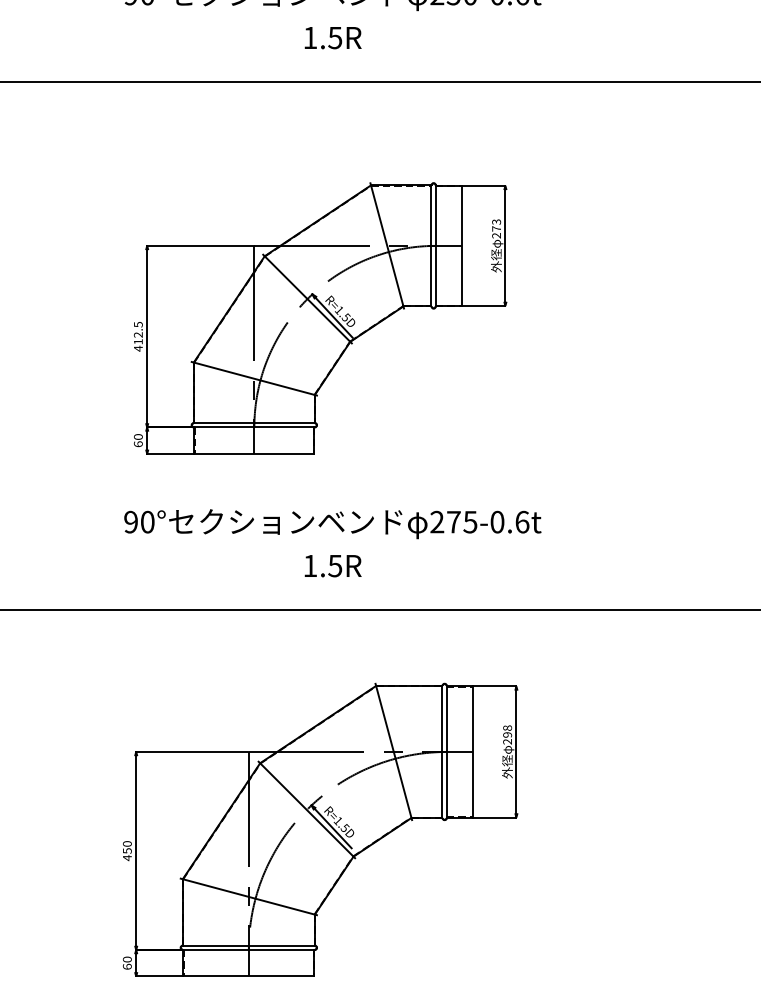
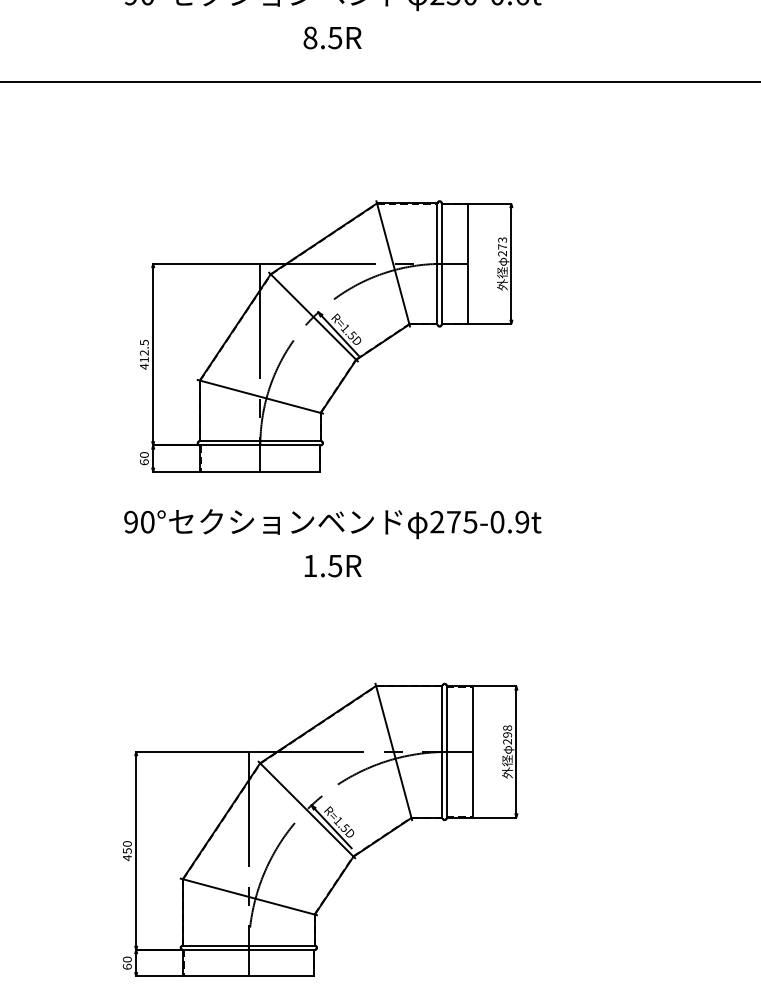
text at (310, 37): 1.5R -> 8.5R
part at (320, 318) position: (320, 318) -> (326, 336)
text at (522, 521): 275-0.6t -> 275-0.9t
line at (379, 610): present -> none
